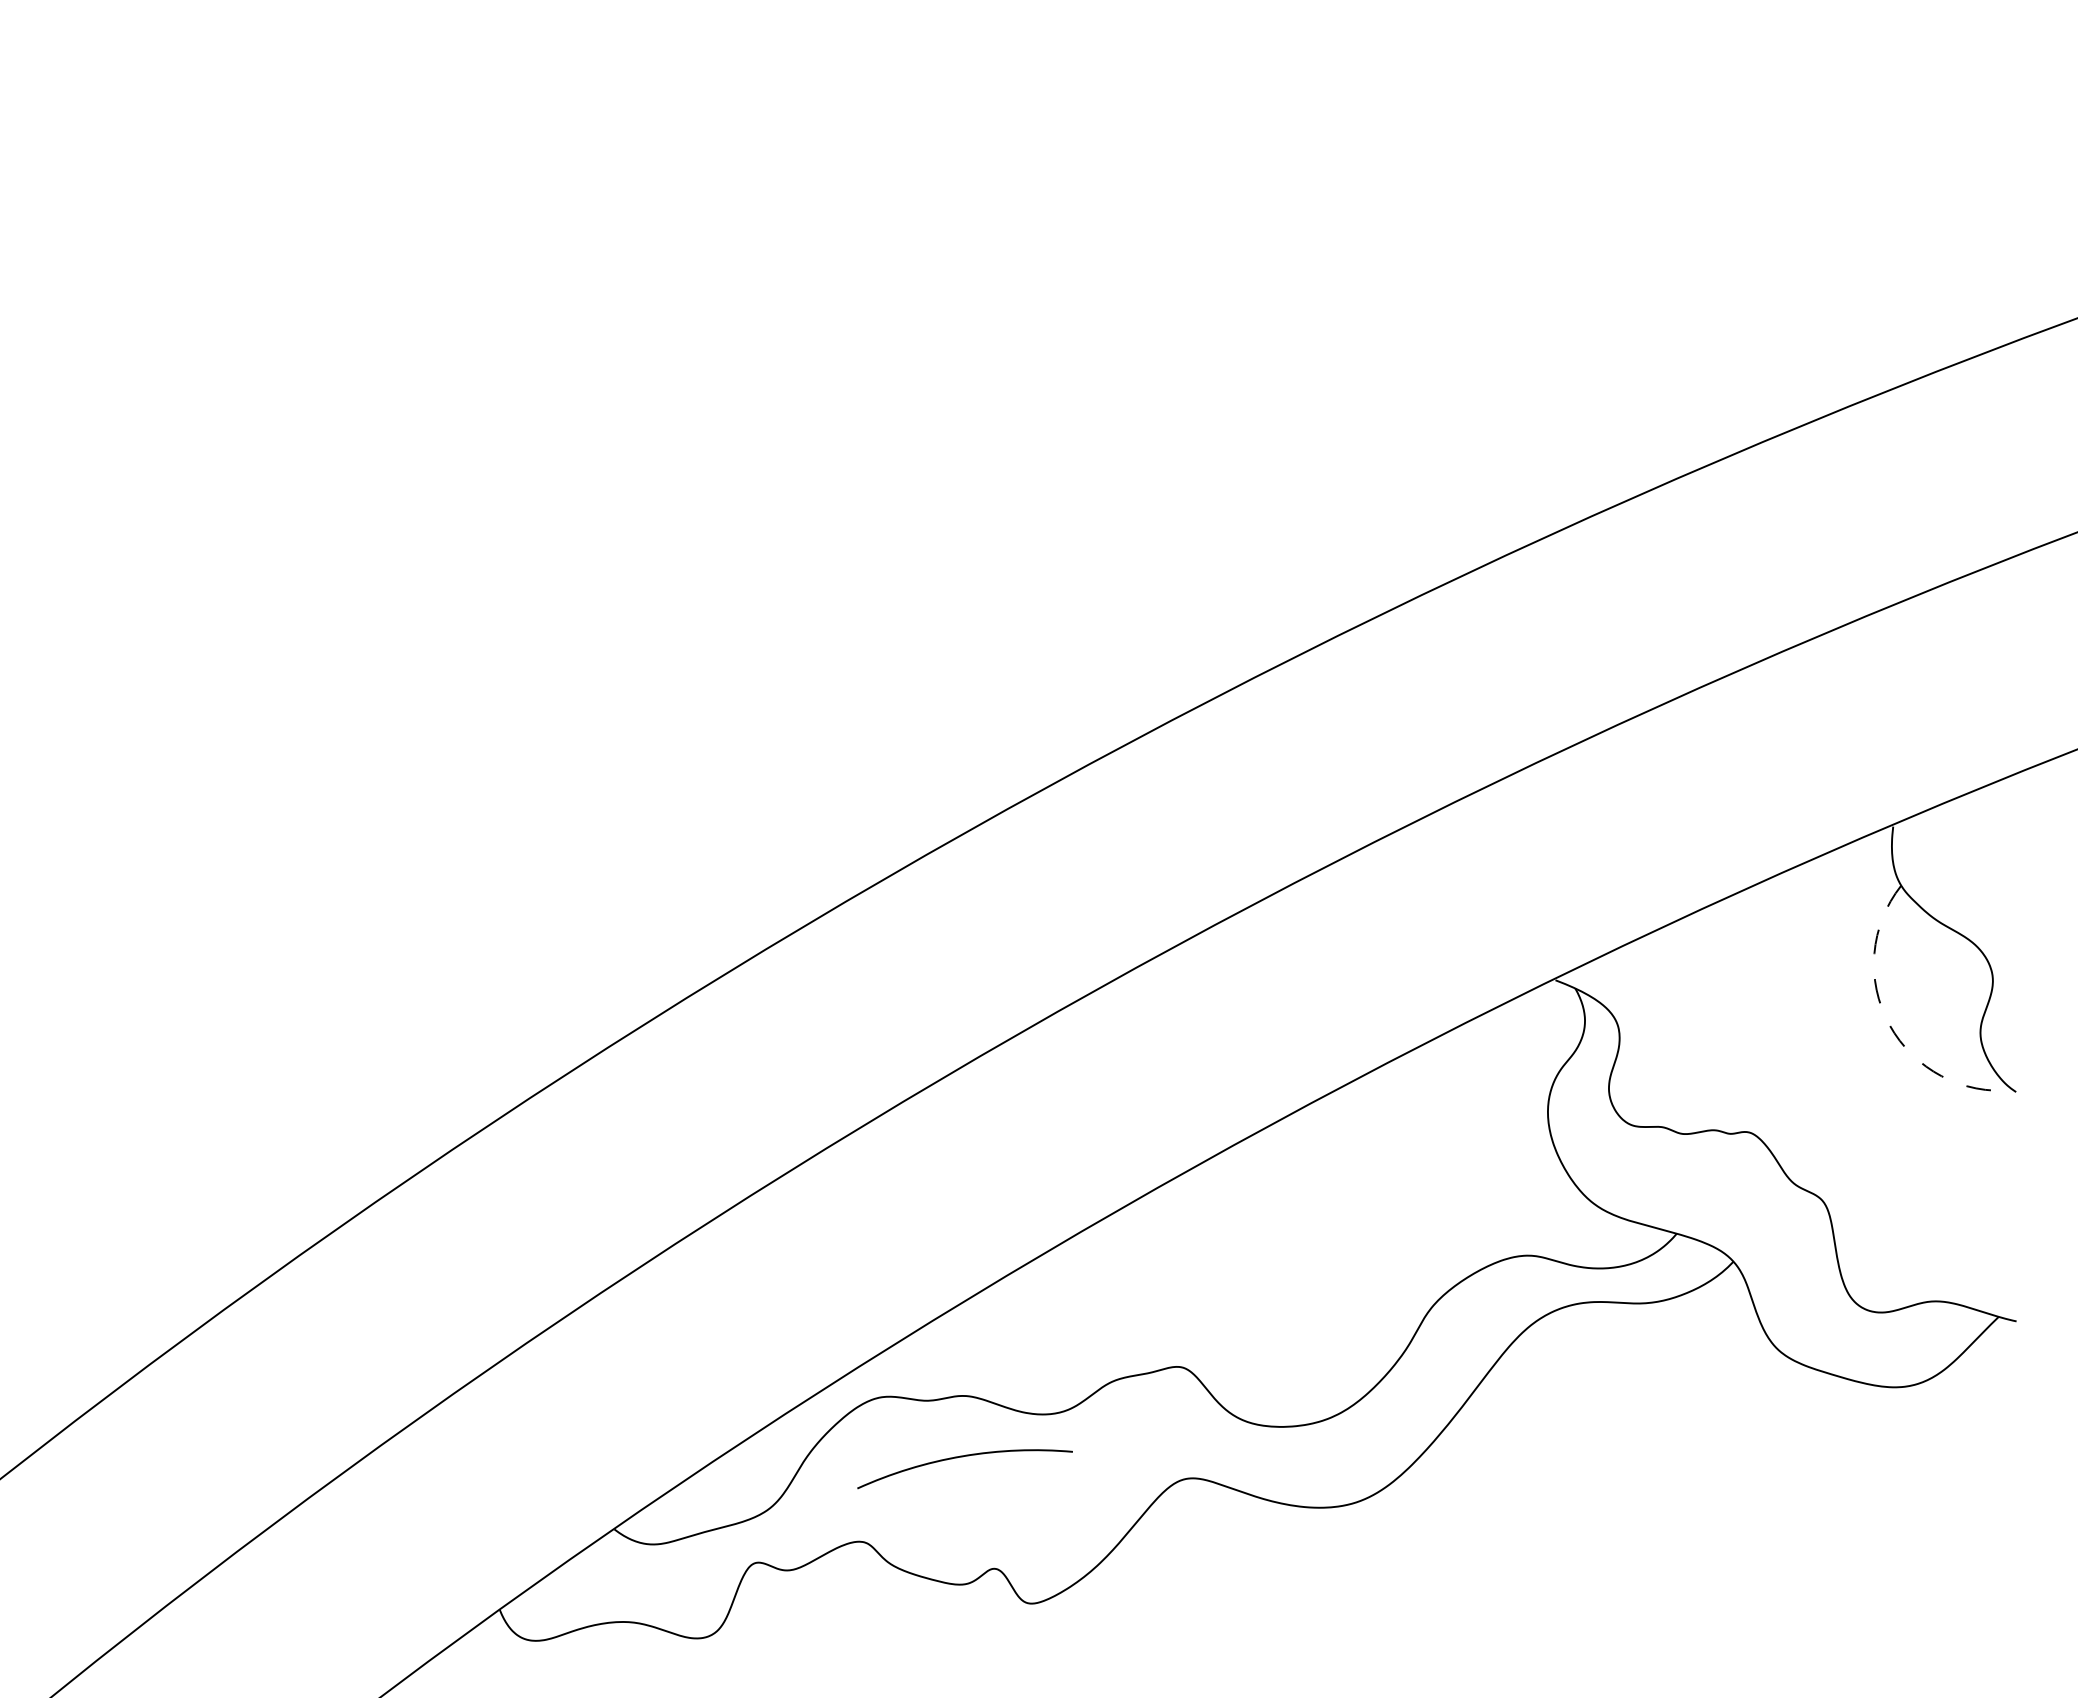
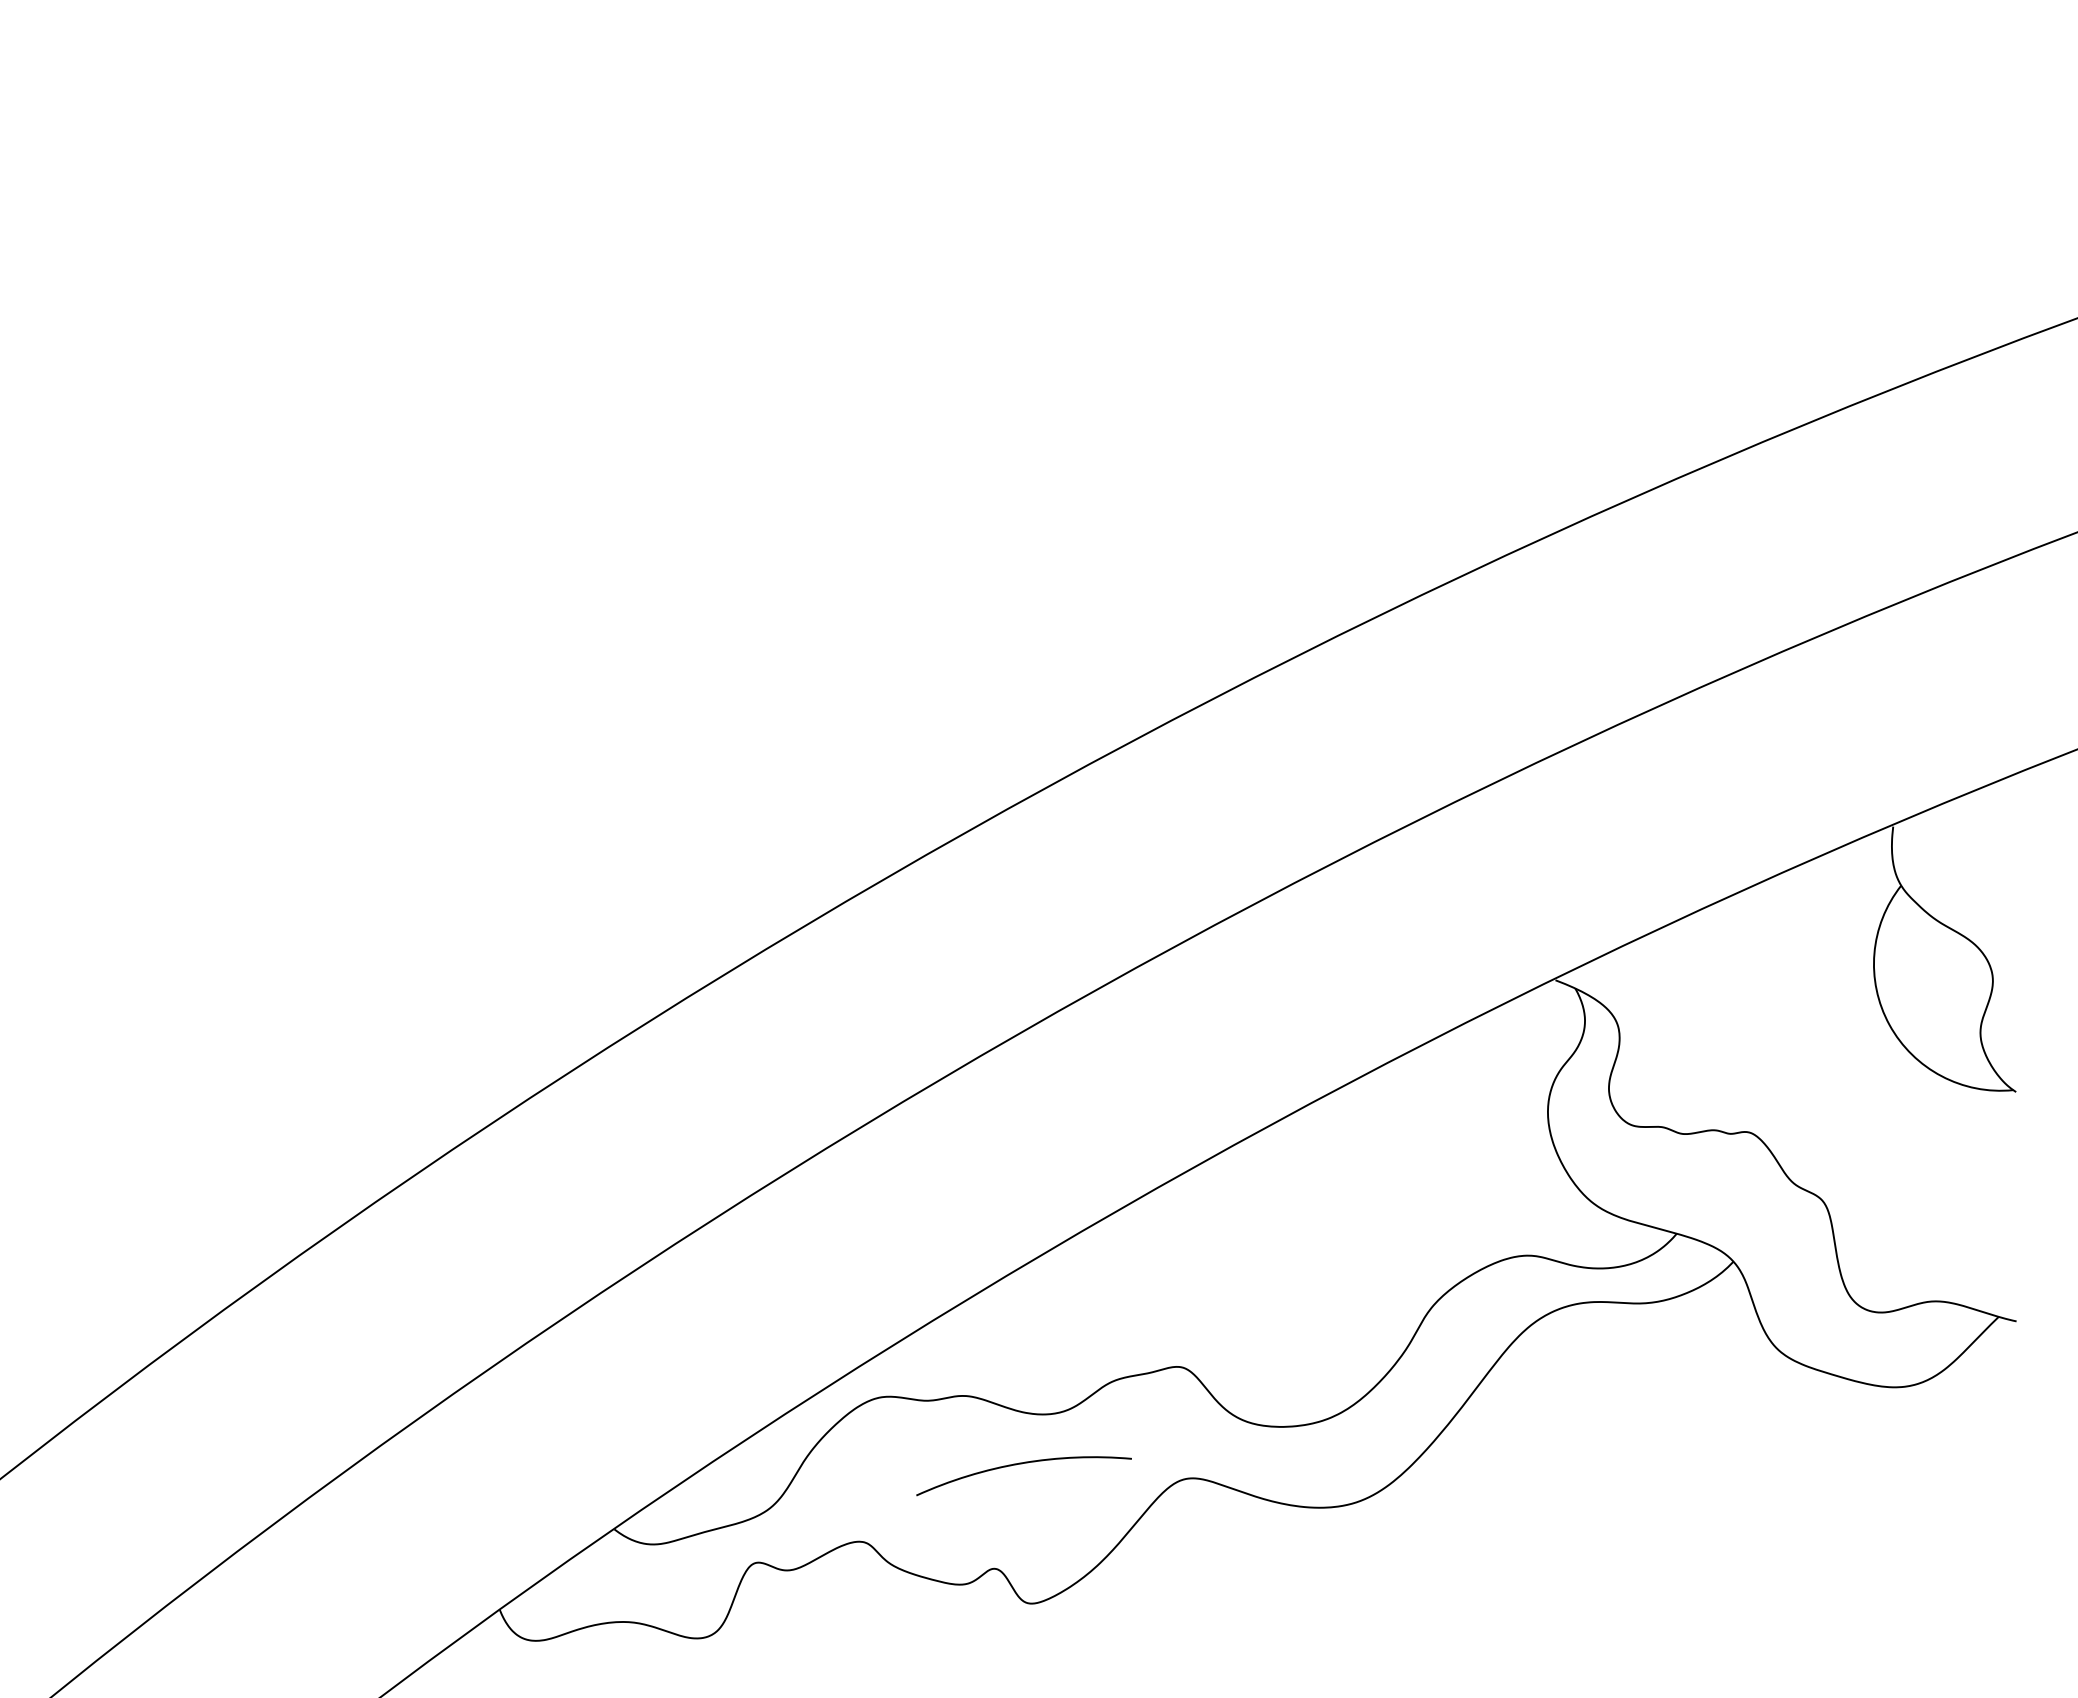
arc at (1889, 1024): dashed -> solid
arc at (963, 1457) position: (963, 1457) -> (1022, 1464)
